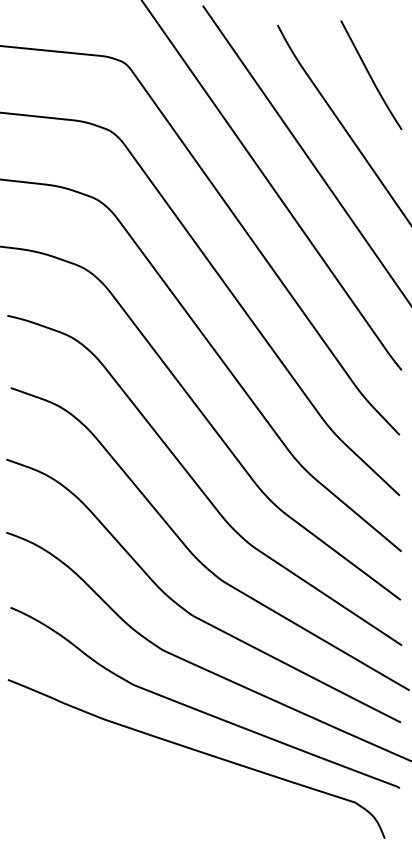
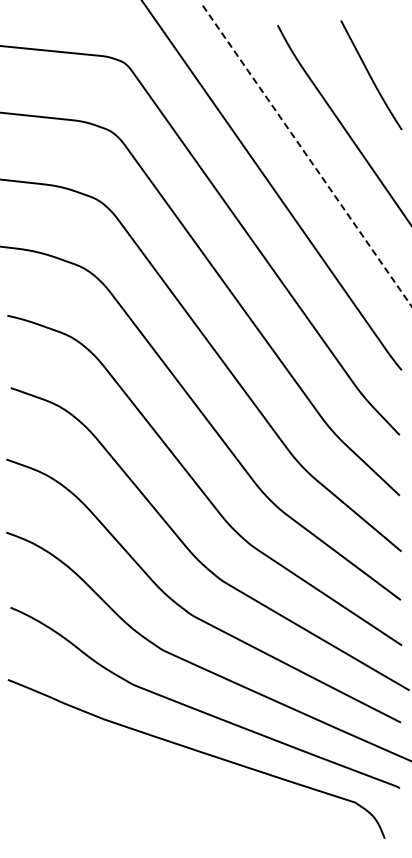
line at (307, 156): solid -> dashed
